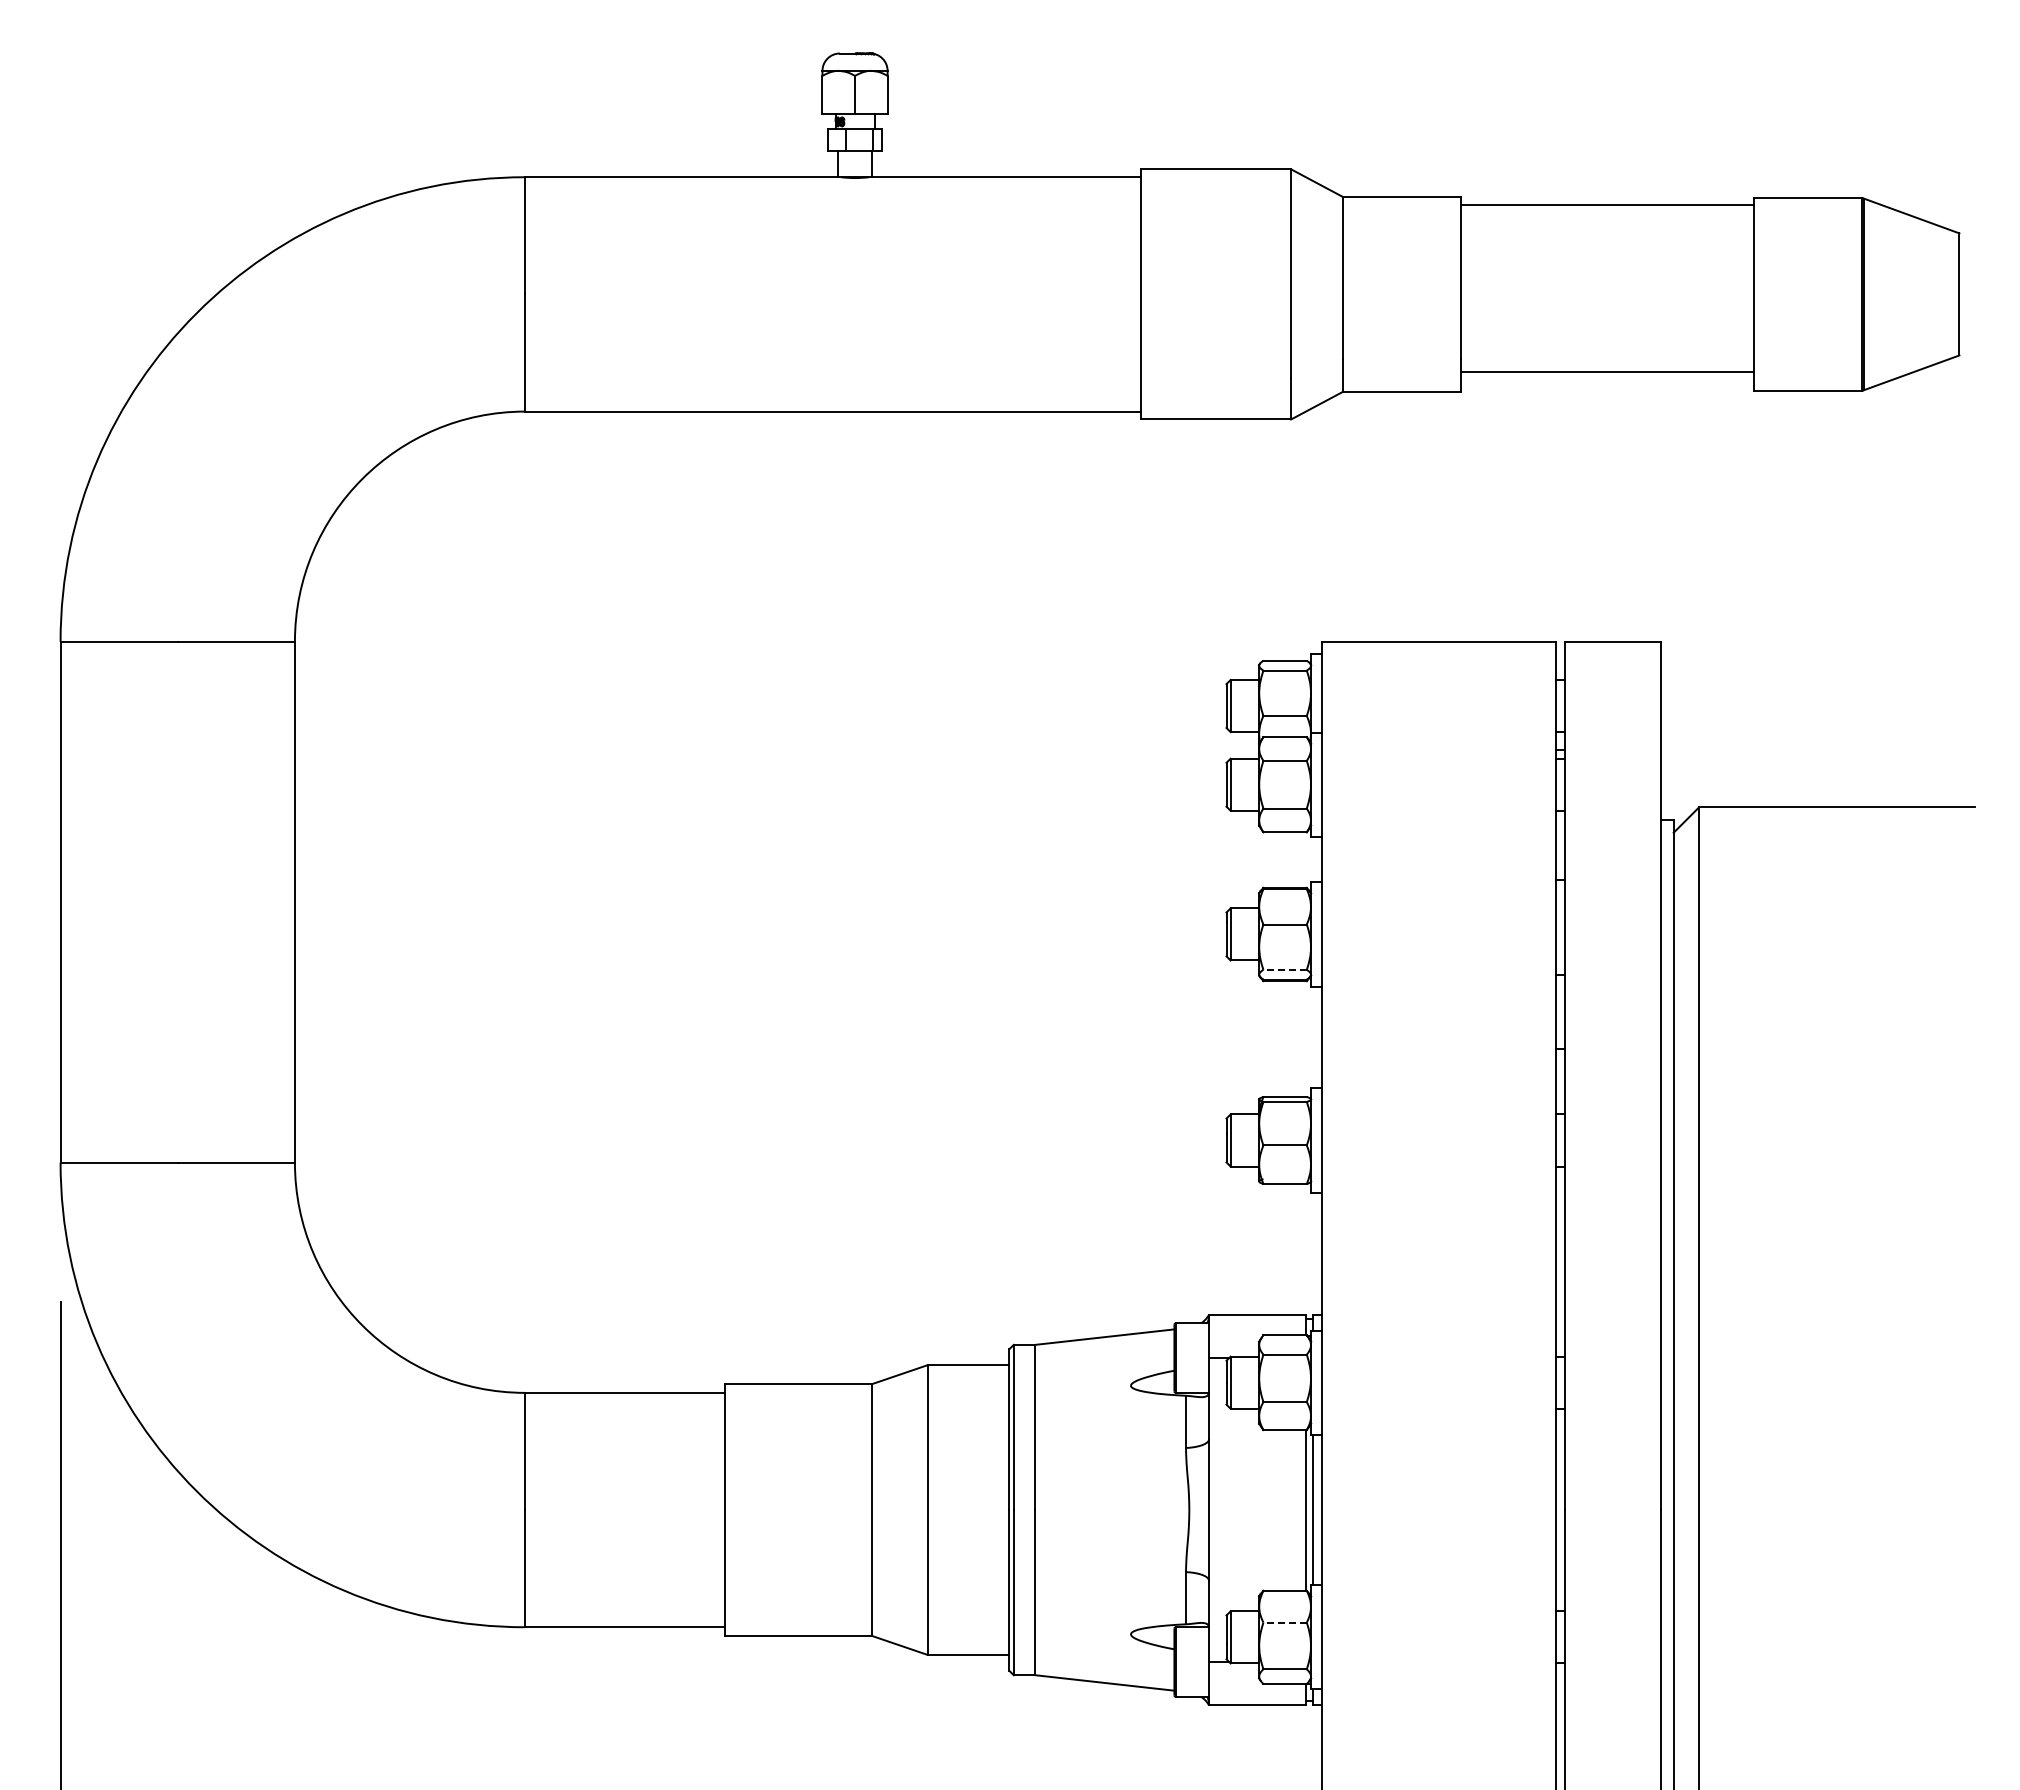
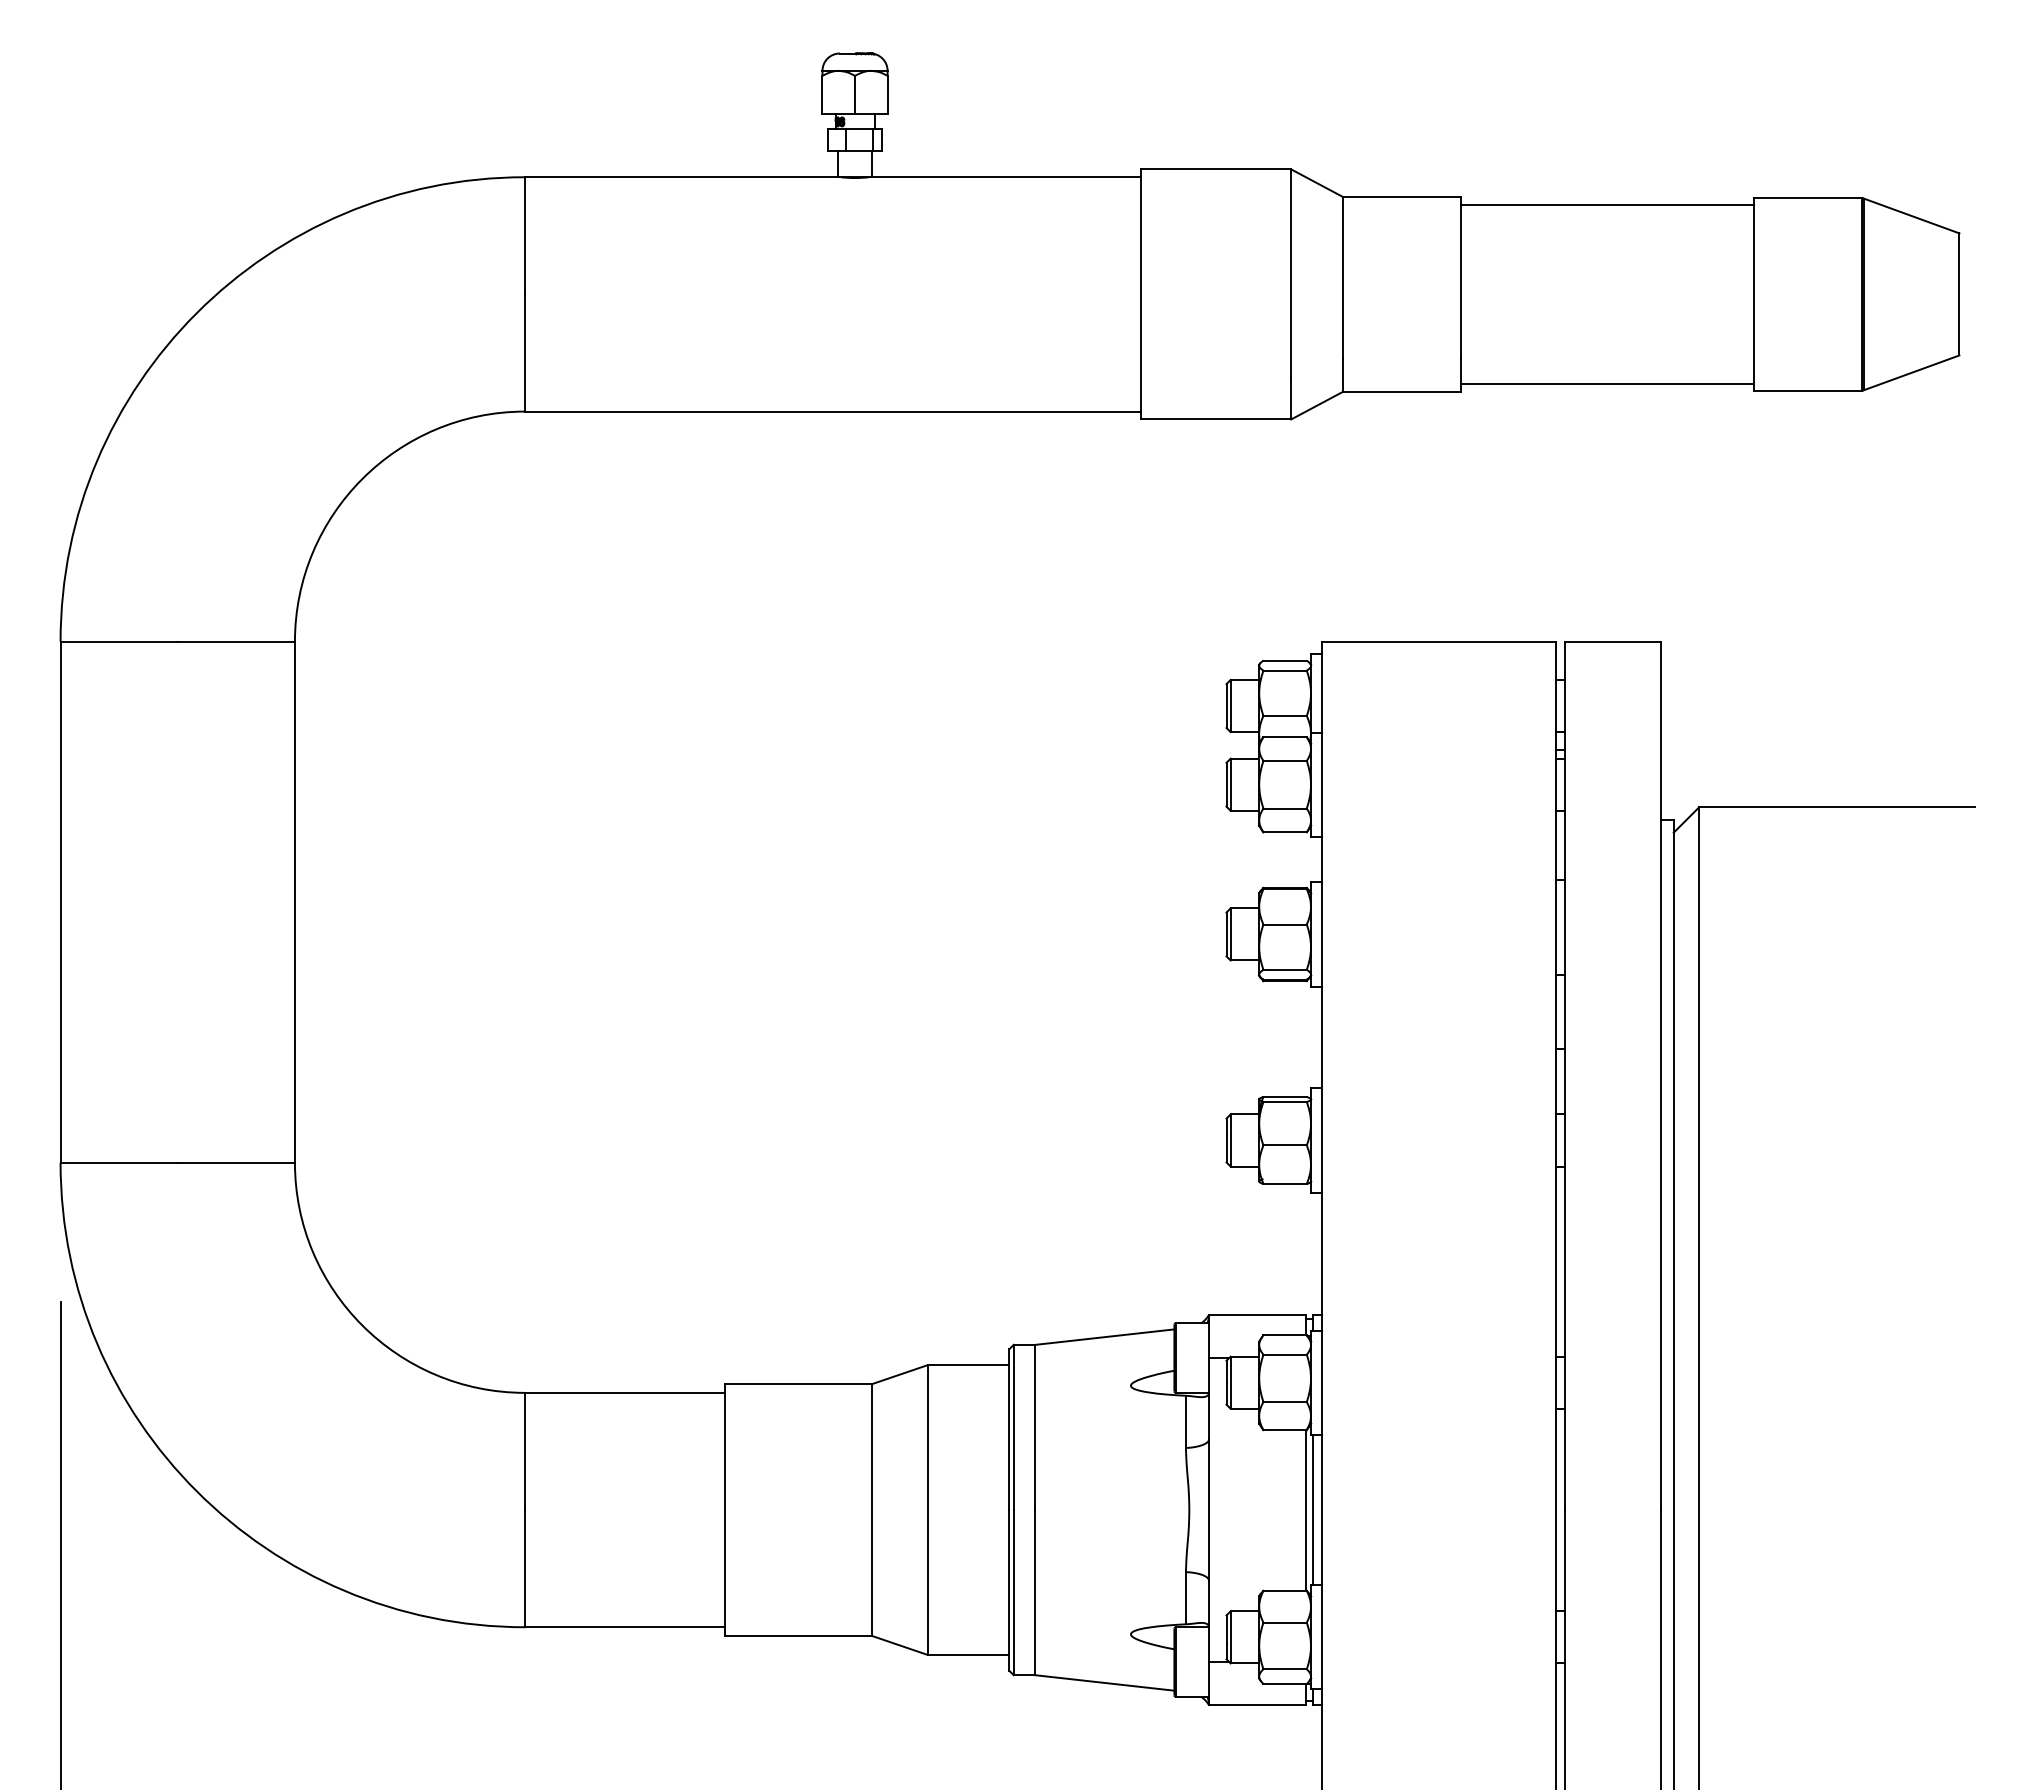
line at (1607, 372) position: (1607, 372) -> (1607, 384)
line at (1285, 969): dashed -> solid
line at (1285, 1622): dashed -> solid
